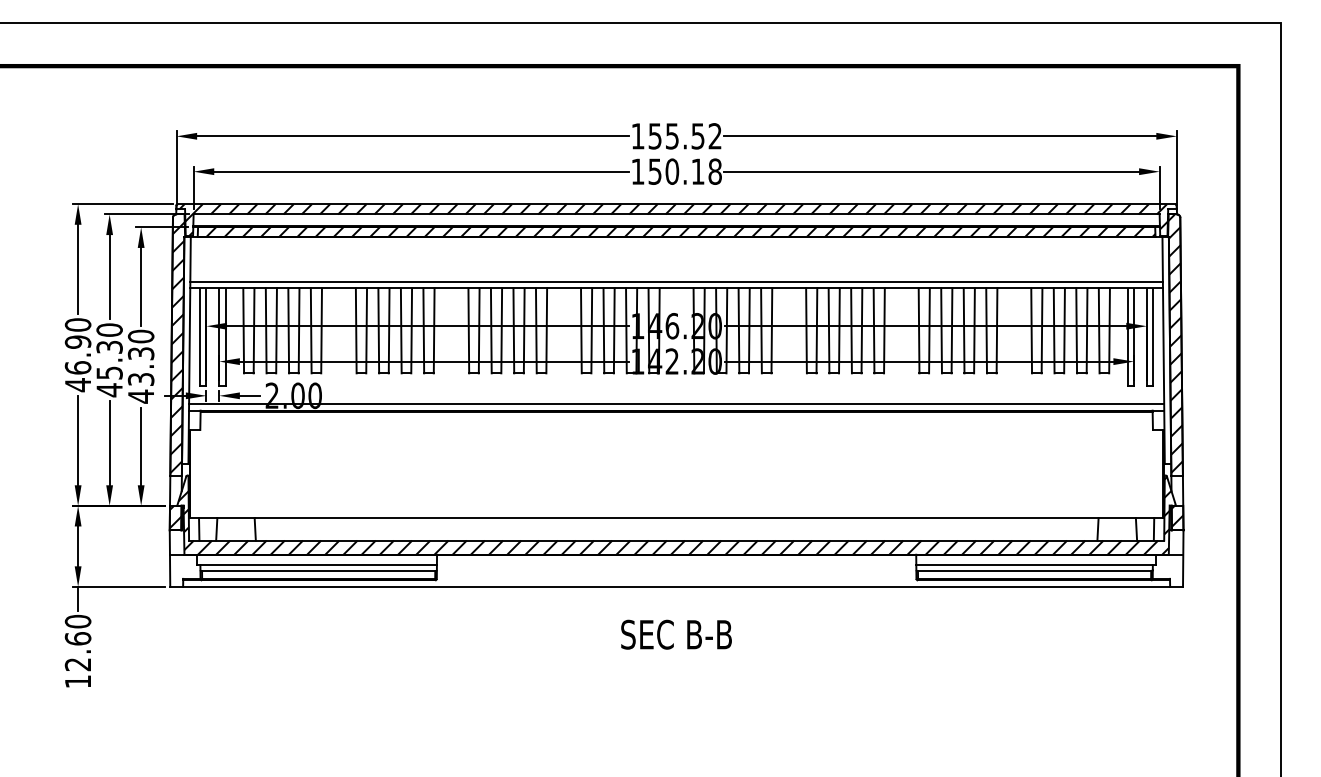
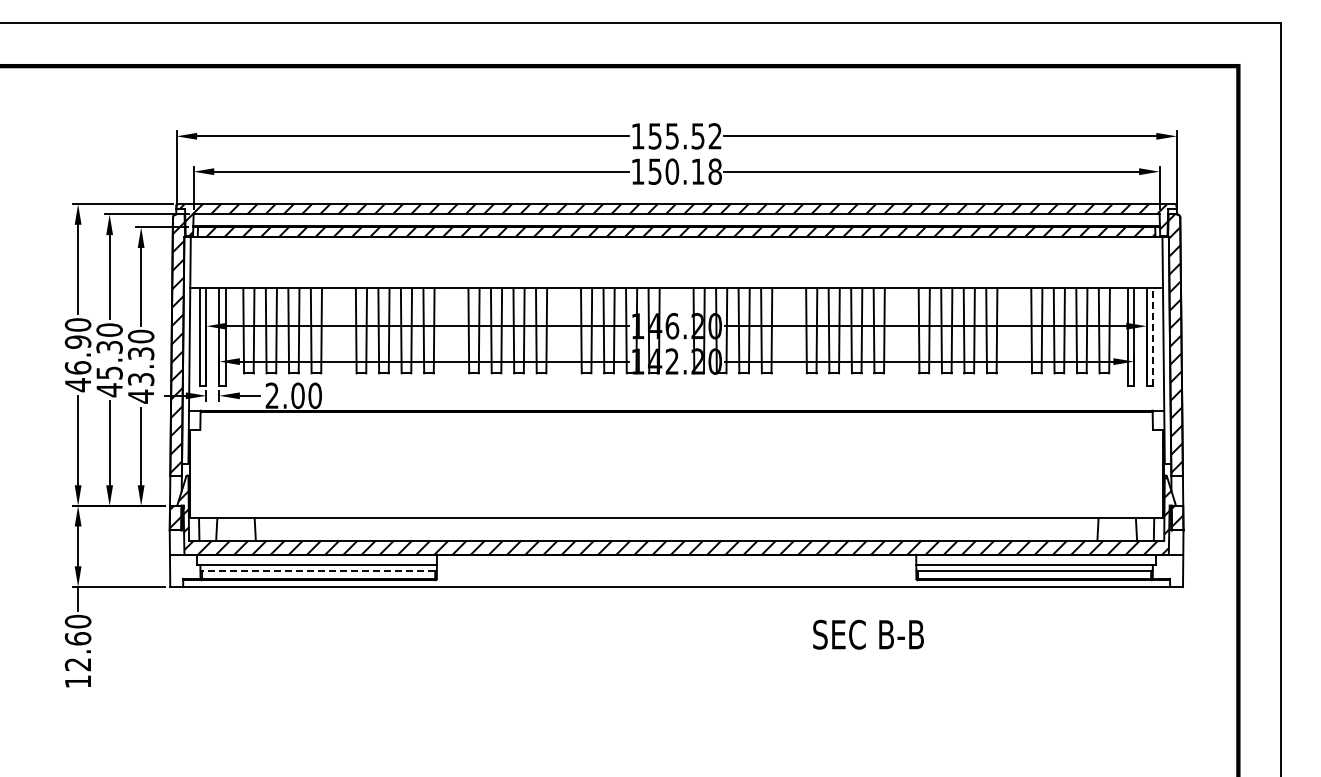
line at (676, 282): present -> none
line at (1153, 337): solid -> dashed
line at (676, 404): present -> none
line at (318, 571): solid -> dashed
text at (676, 634) position: (676, 634) -> (868, 634)
